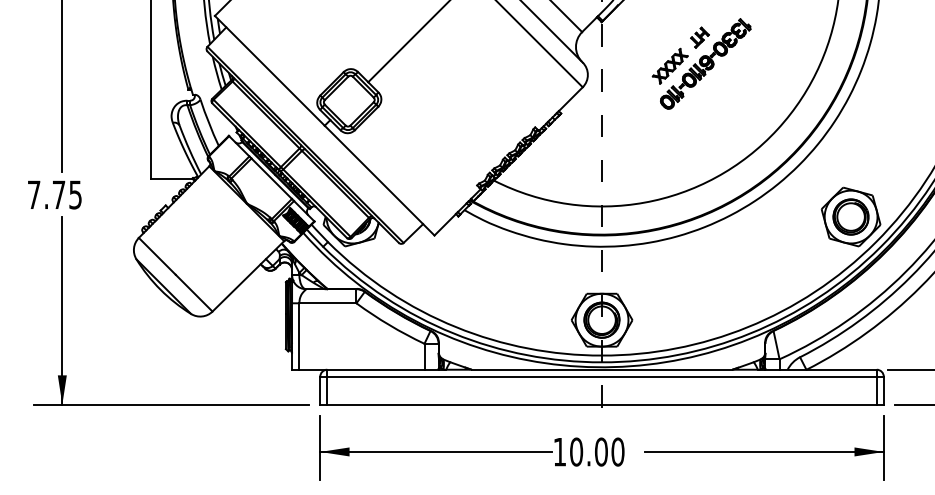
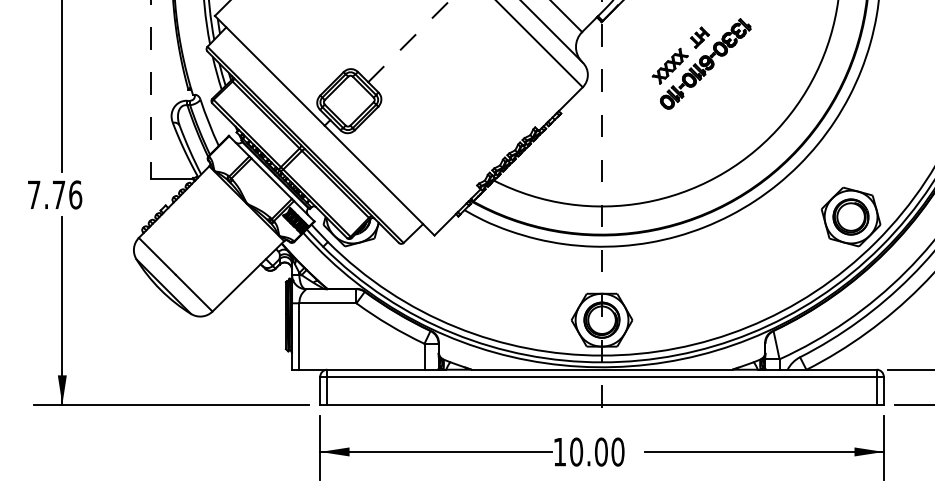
line at (409, 41): solid -> dashed
line at (151, 90): solid -> dashed
text at (75, 194): 7.75 -> 7.76
